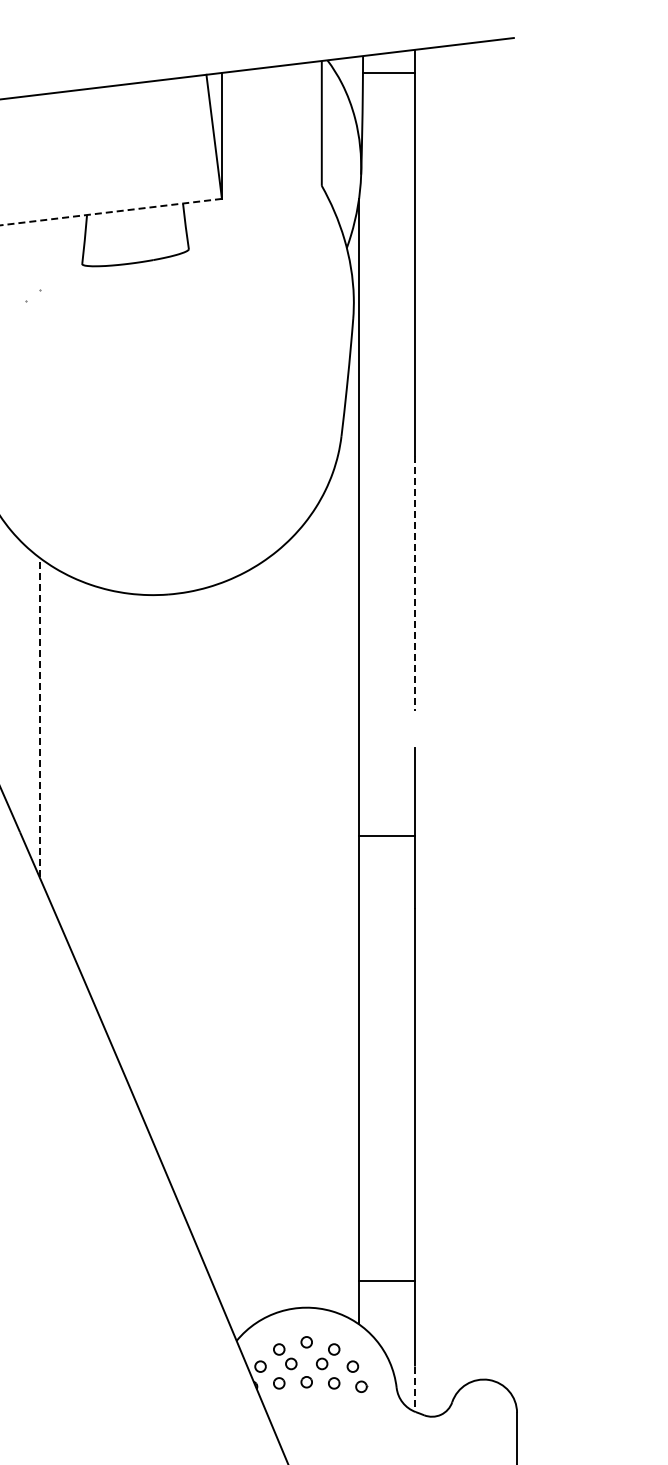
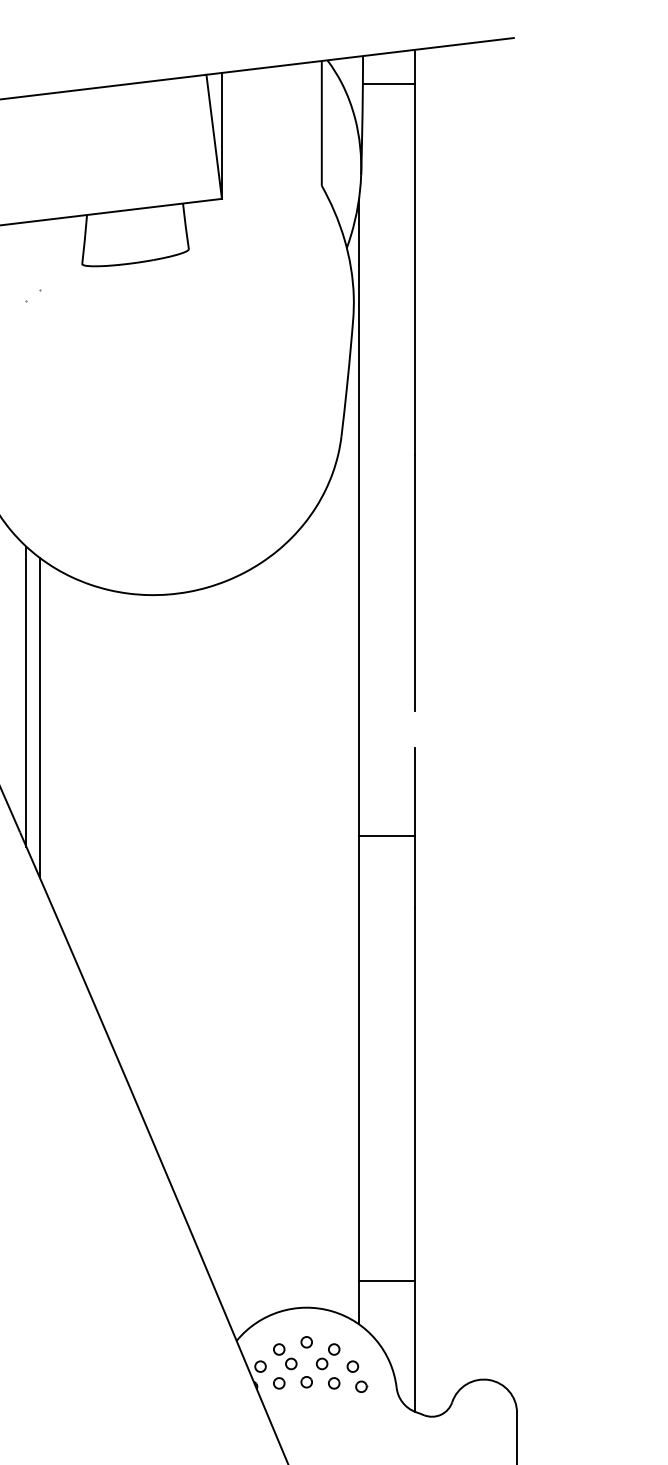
line at (388, 73) position: (388, 73) -> (388, 84)
line at (110, 212): dashed -> solid
line at (414, 584): dashed -> solid
line at (26, 696): none -> present
line at (39, 717): dashed -> solid
line at (414, 1389): dashed -> solid
